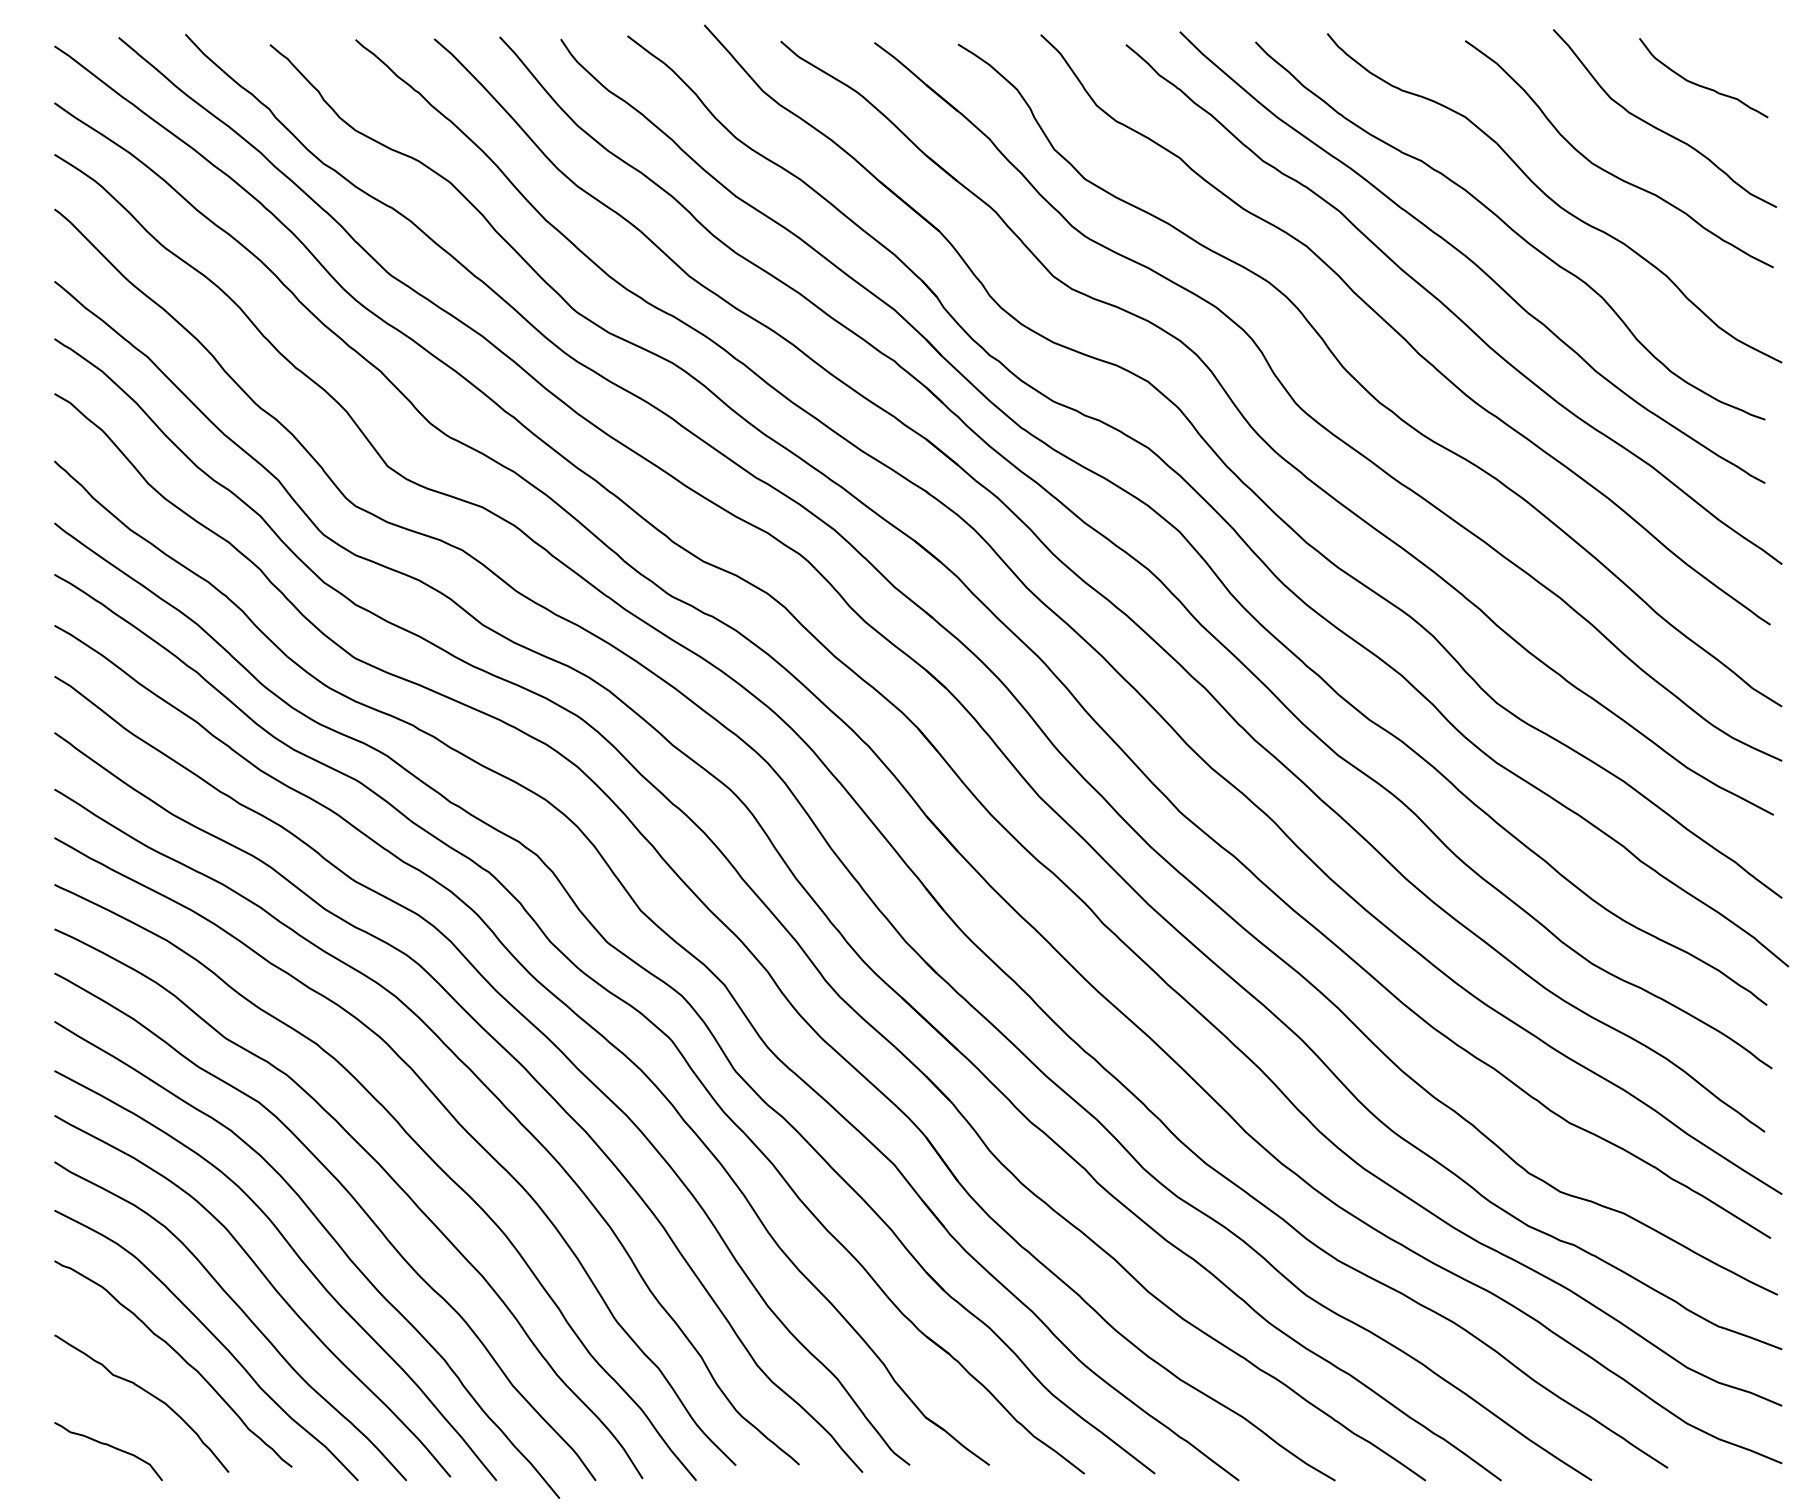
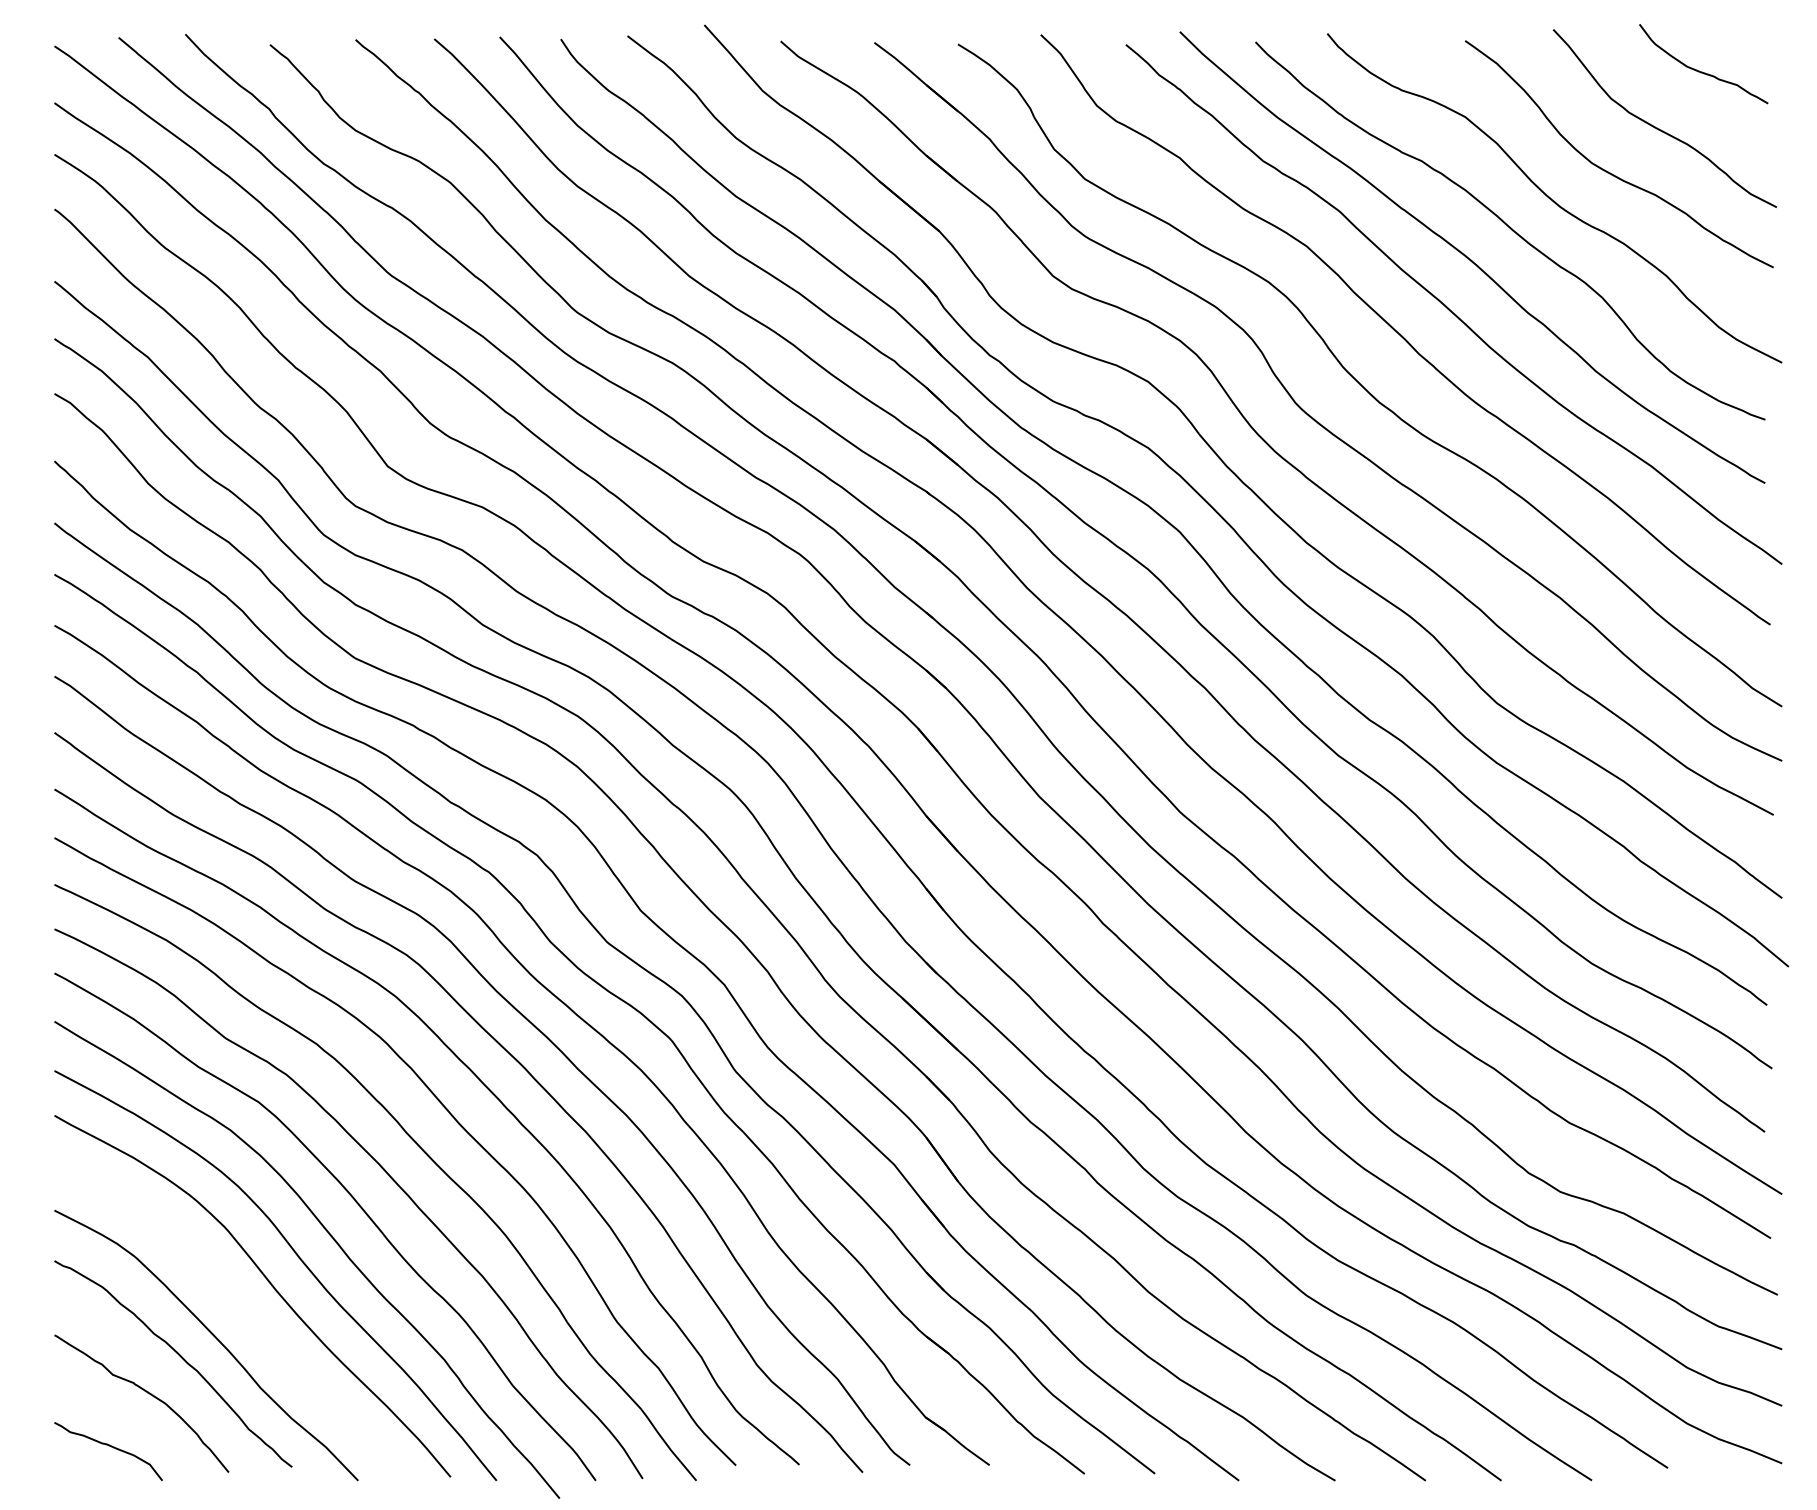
curve at (1702, 85) position: (1702, 85) -> (1702, 71)
curve at (241, 1311): present -> none
